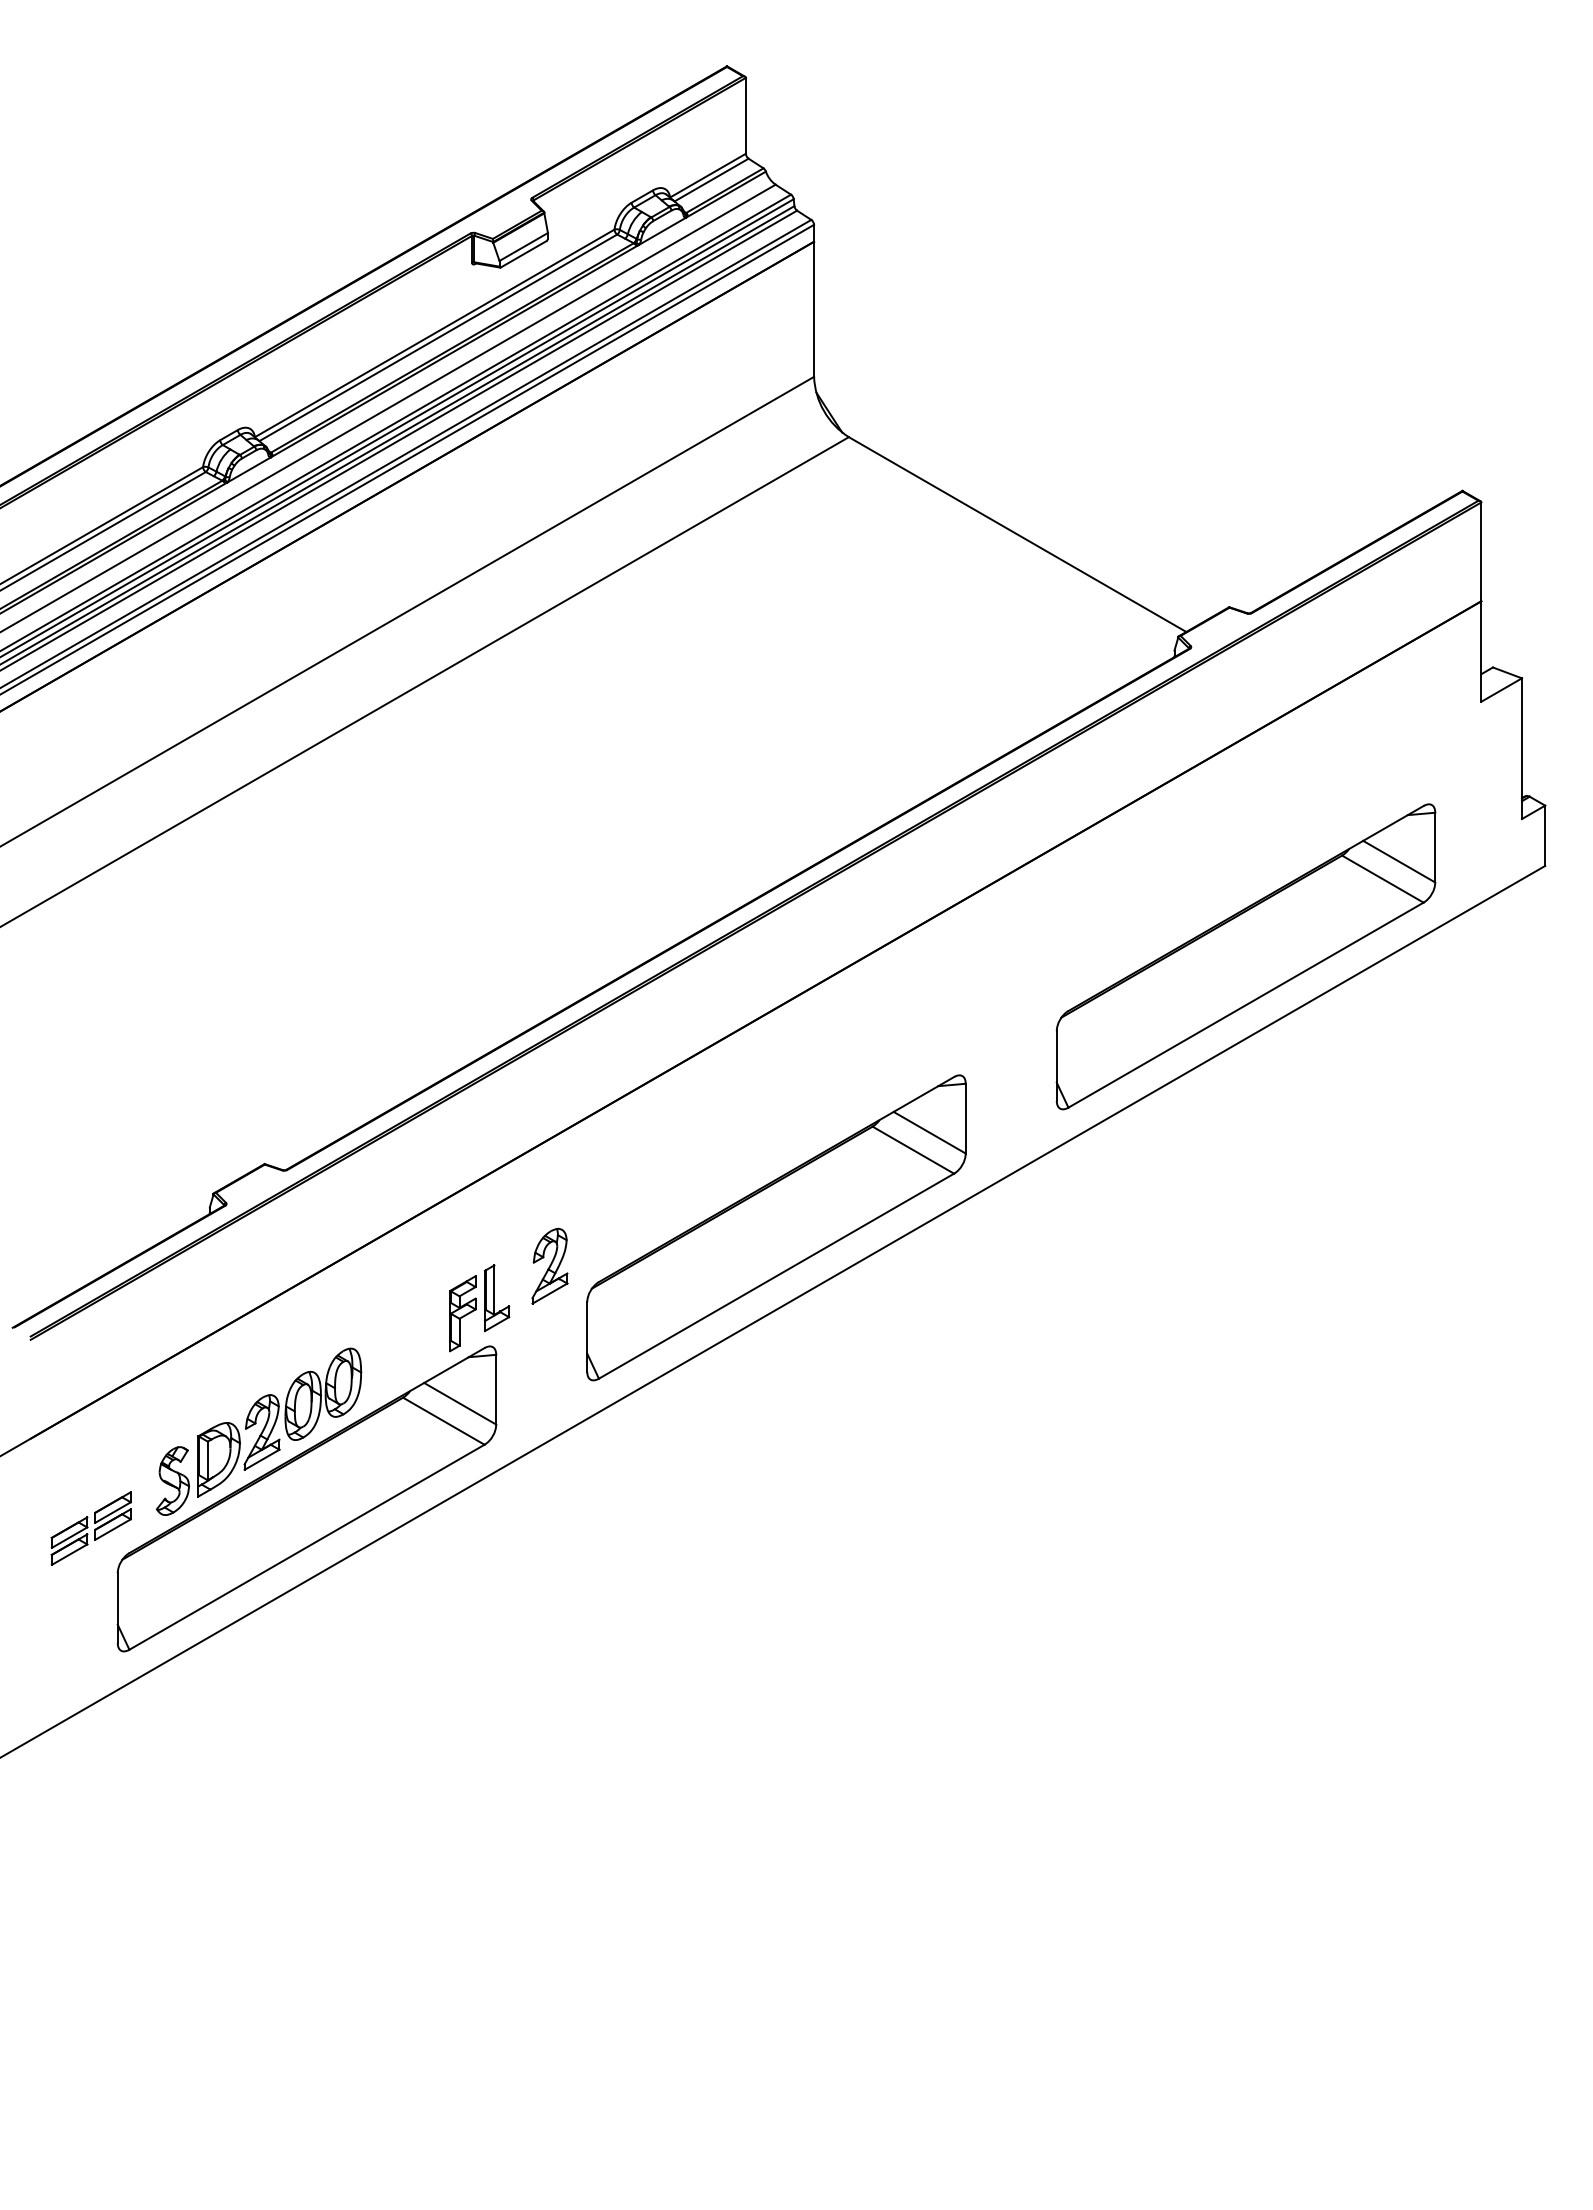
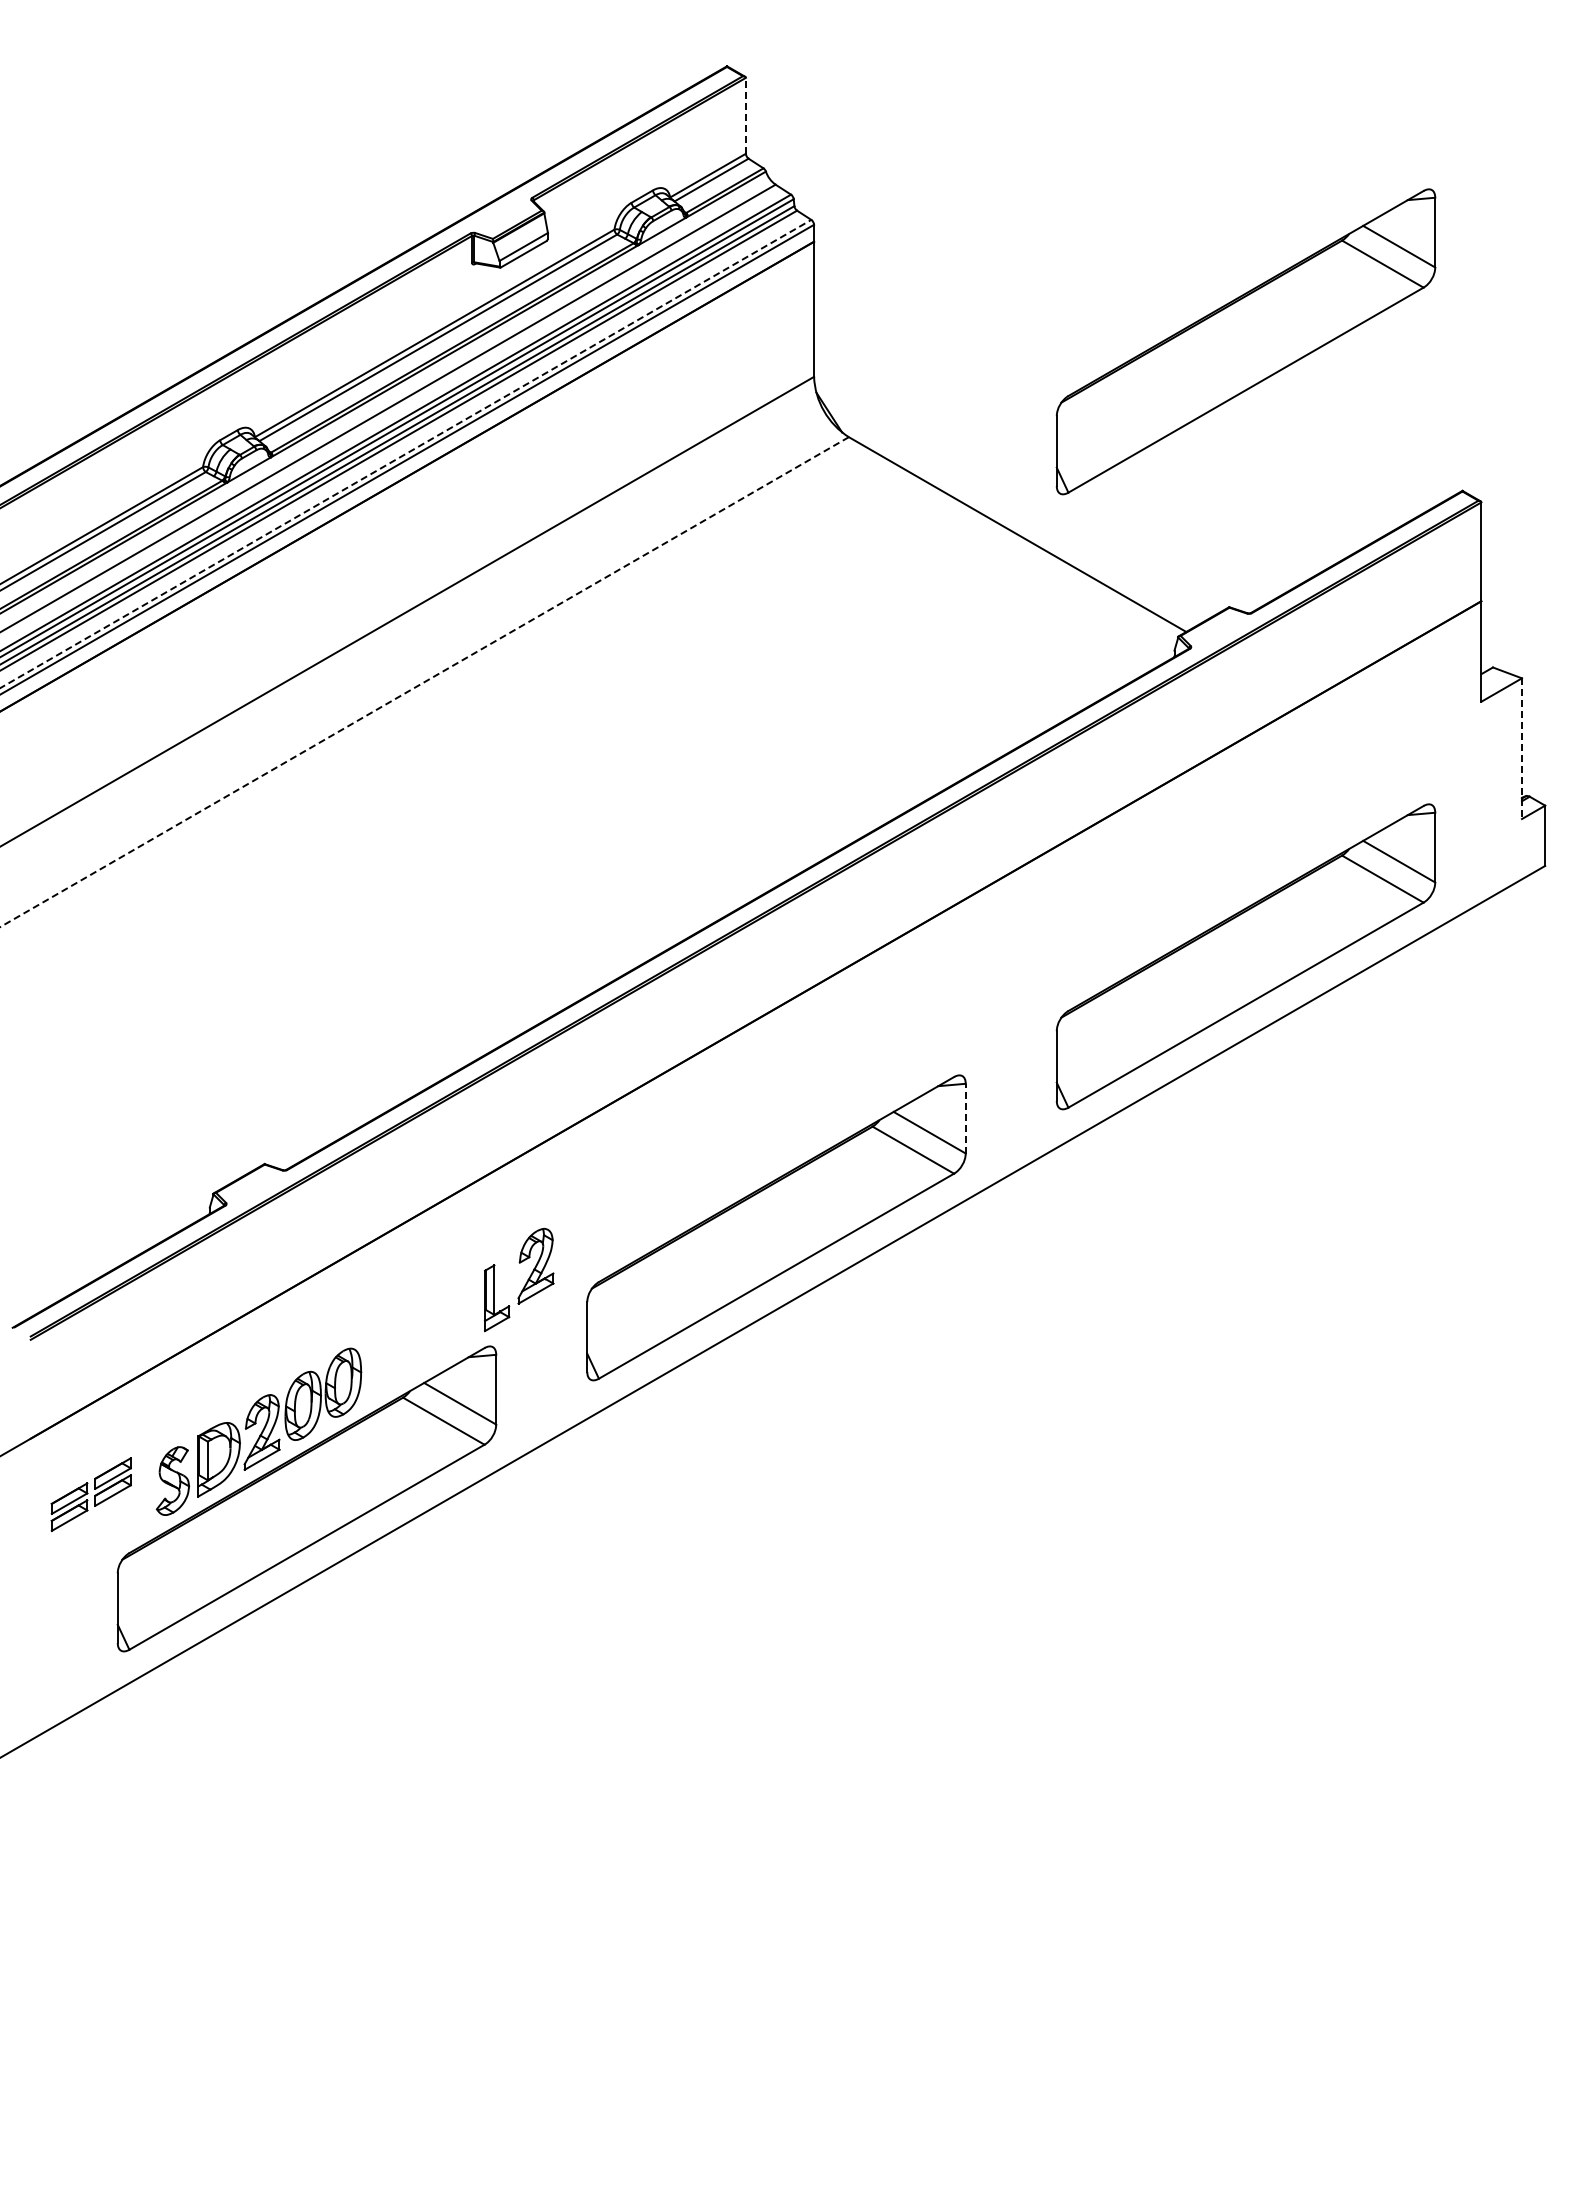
line at (745, 115): solid -> dashed
part at (1245, 341): none -> present
line at (406, 453): solid -> dashed
line at (424, 682): solid -> dashed
line at (1521, 749): solid -> dashed
line at (965, 1118): solid -> dashed
part at (549, 1265) position: (549, 1265) -> (535, 1265)
part at (462, 1313): present -> none
part at (90, 1528) position: (90, 1528) -> (90, 1494)
